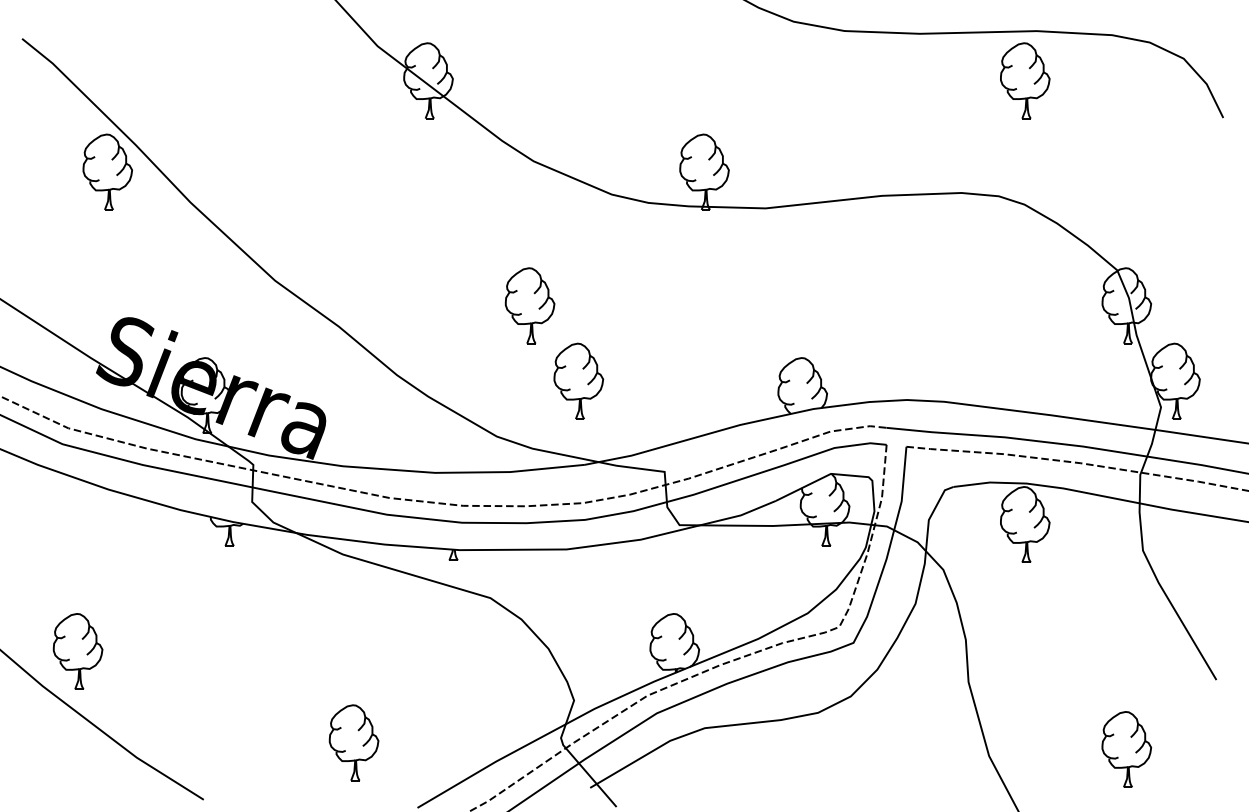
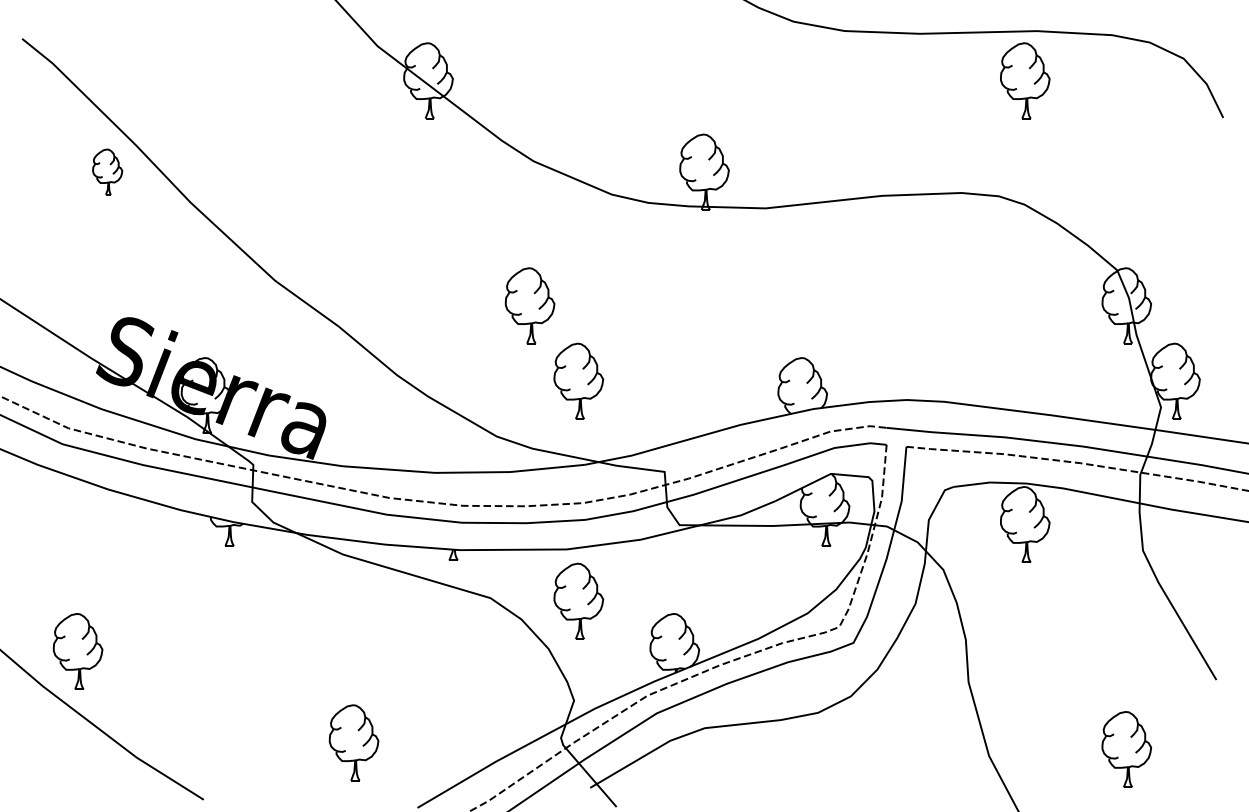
part at (107, 171) size: 51x78 px -> 32x48 px
part at (578, 600): none -> present
